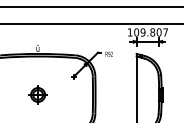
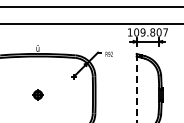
line at (136, 88): solid -> dashed
part at (37, 94) size: 20x20 px -> 12x12 px
